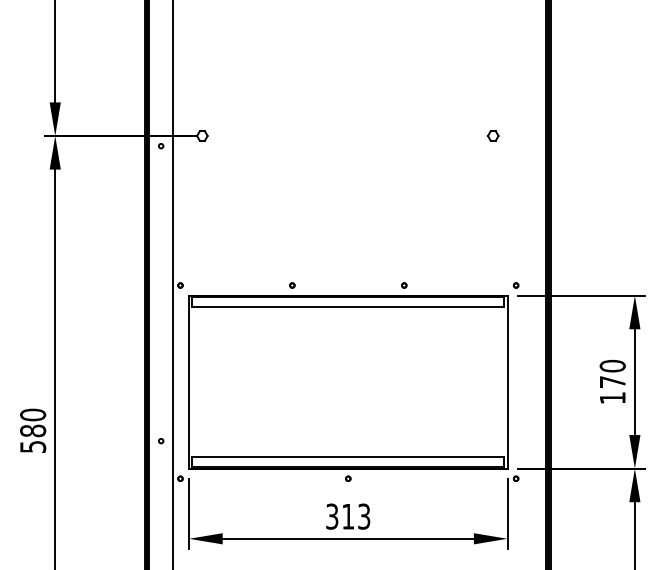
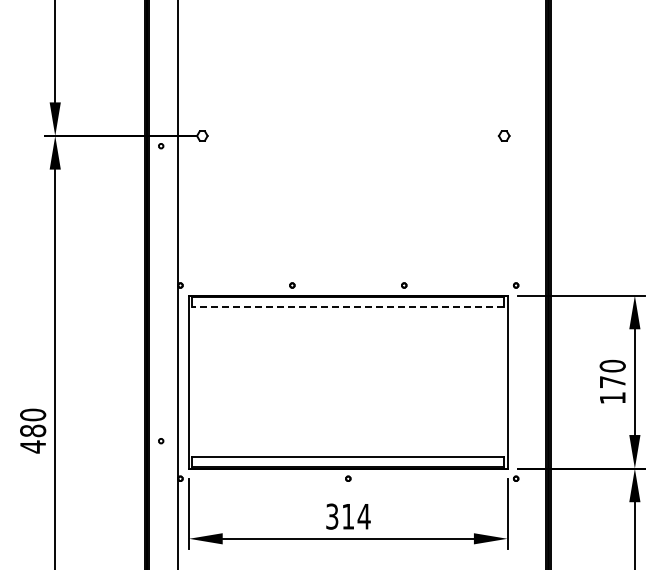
part at (492, 135) position: (492, 135) -> (503, 135)
line at (172, 284) position: (172, 284) -> (177, 284)
line at (347, 307): solid -> dashed
text at (33, 446): 580 -> 480
text at (363, 516): 313 -> 314
